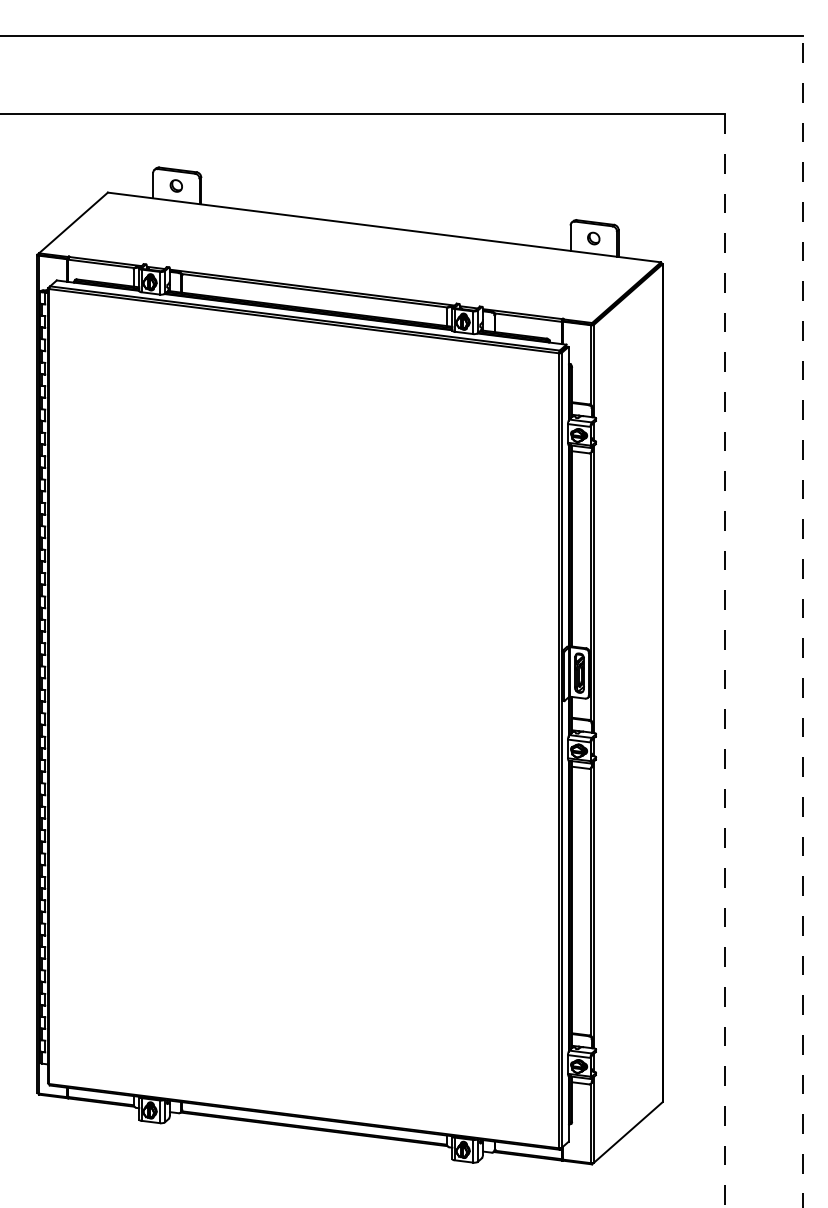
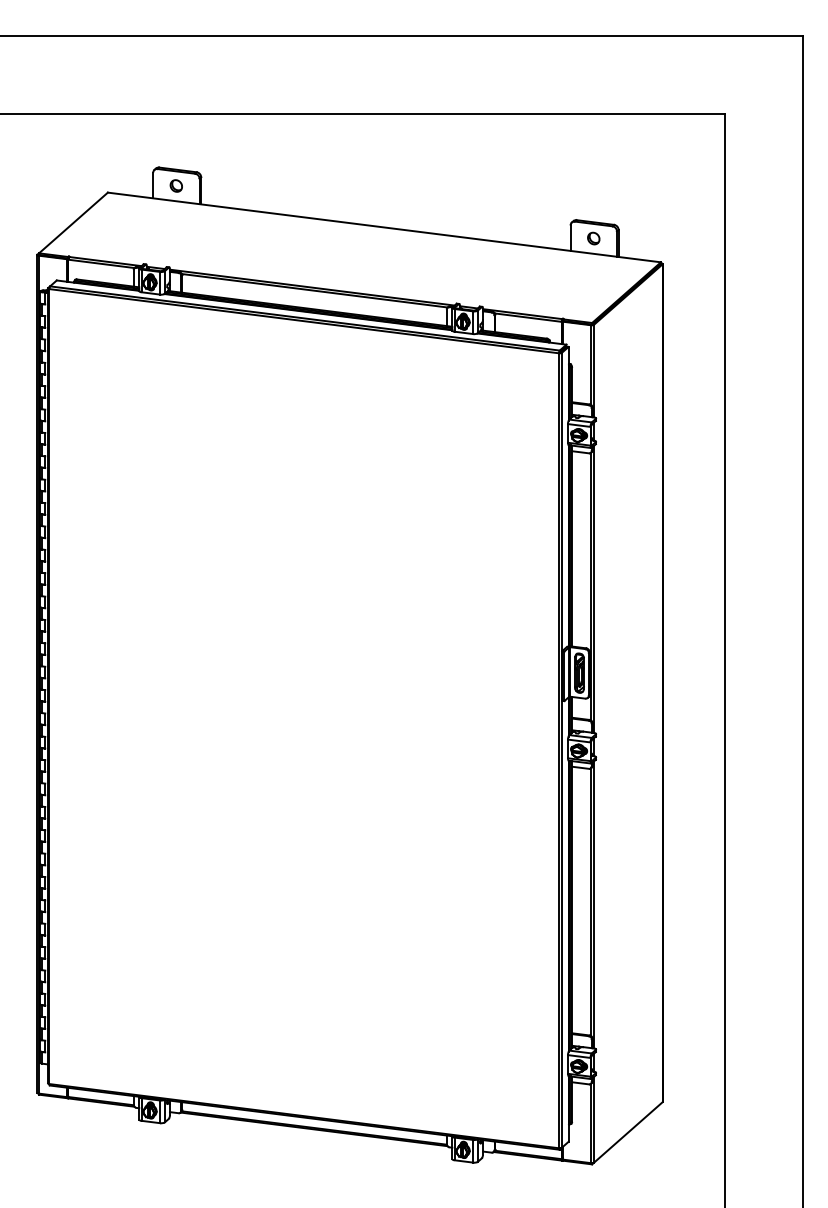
line at (802, 622): dashed -> solid
line at (724, 661): dashed -> solid
